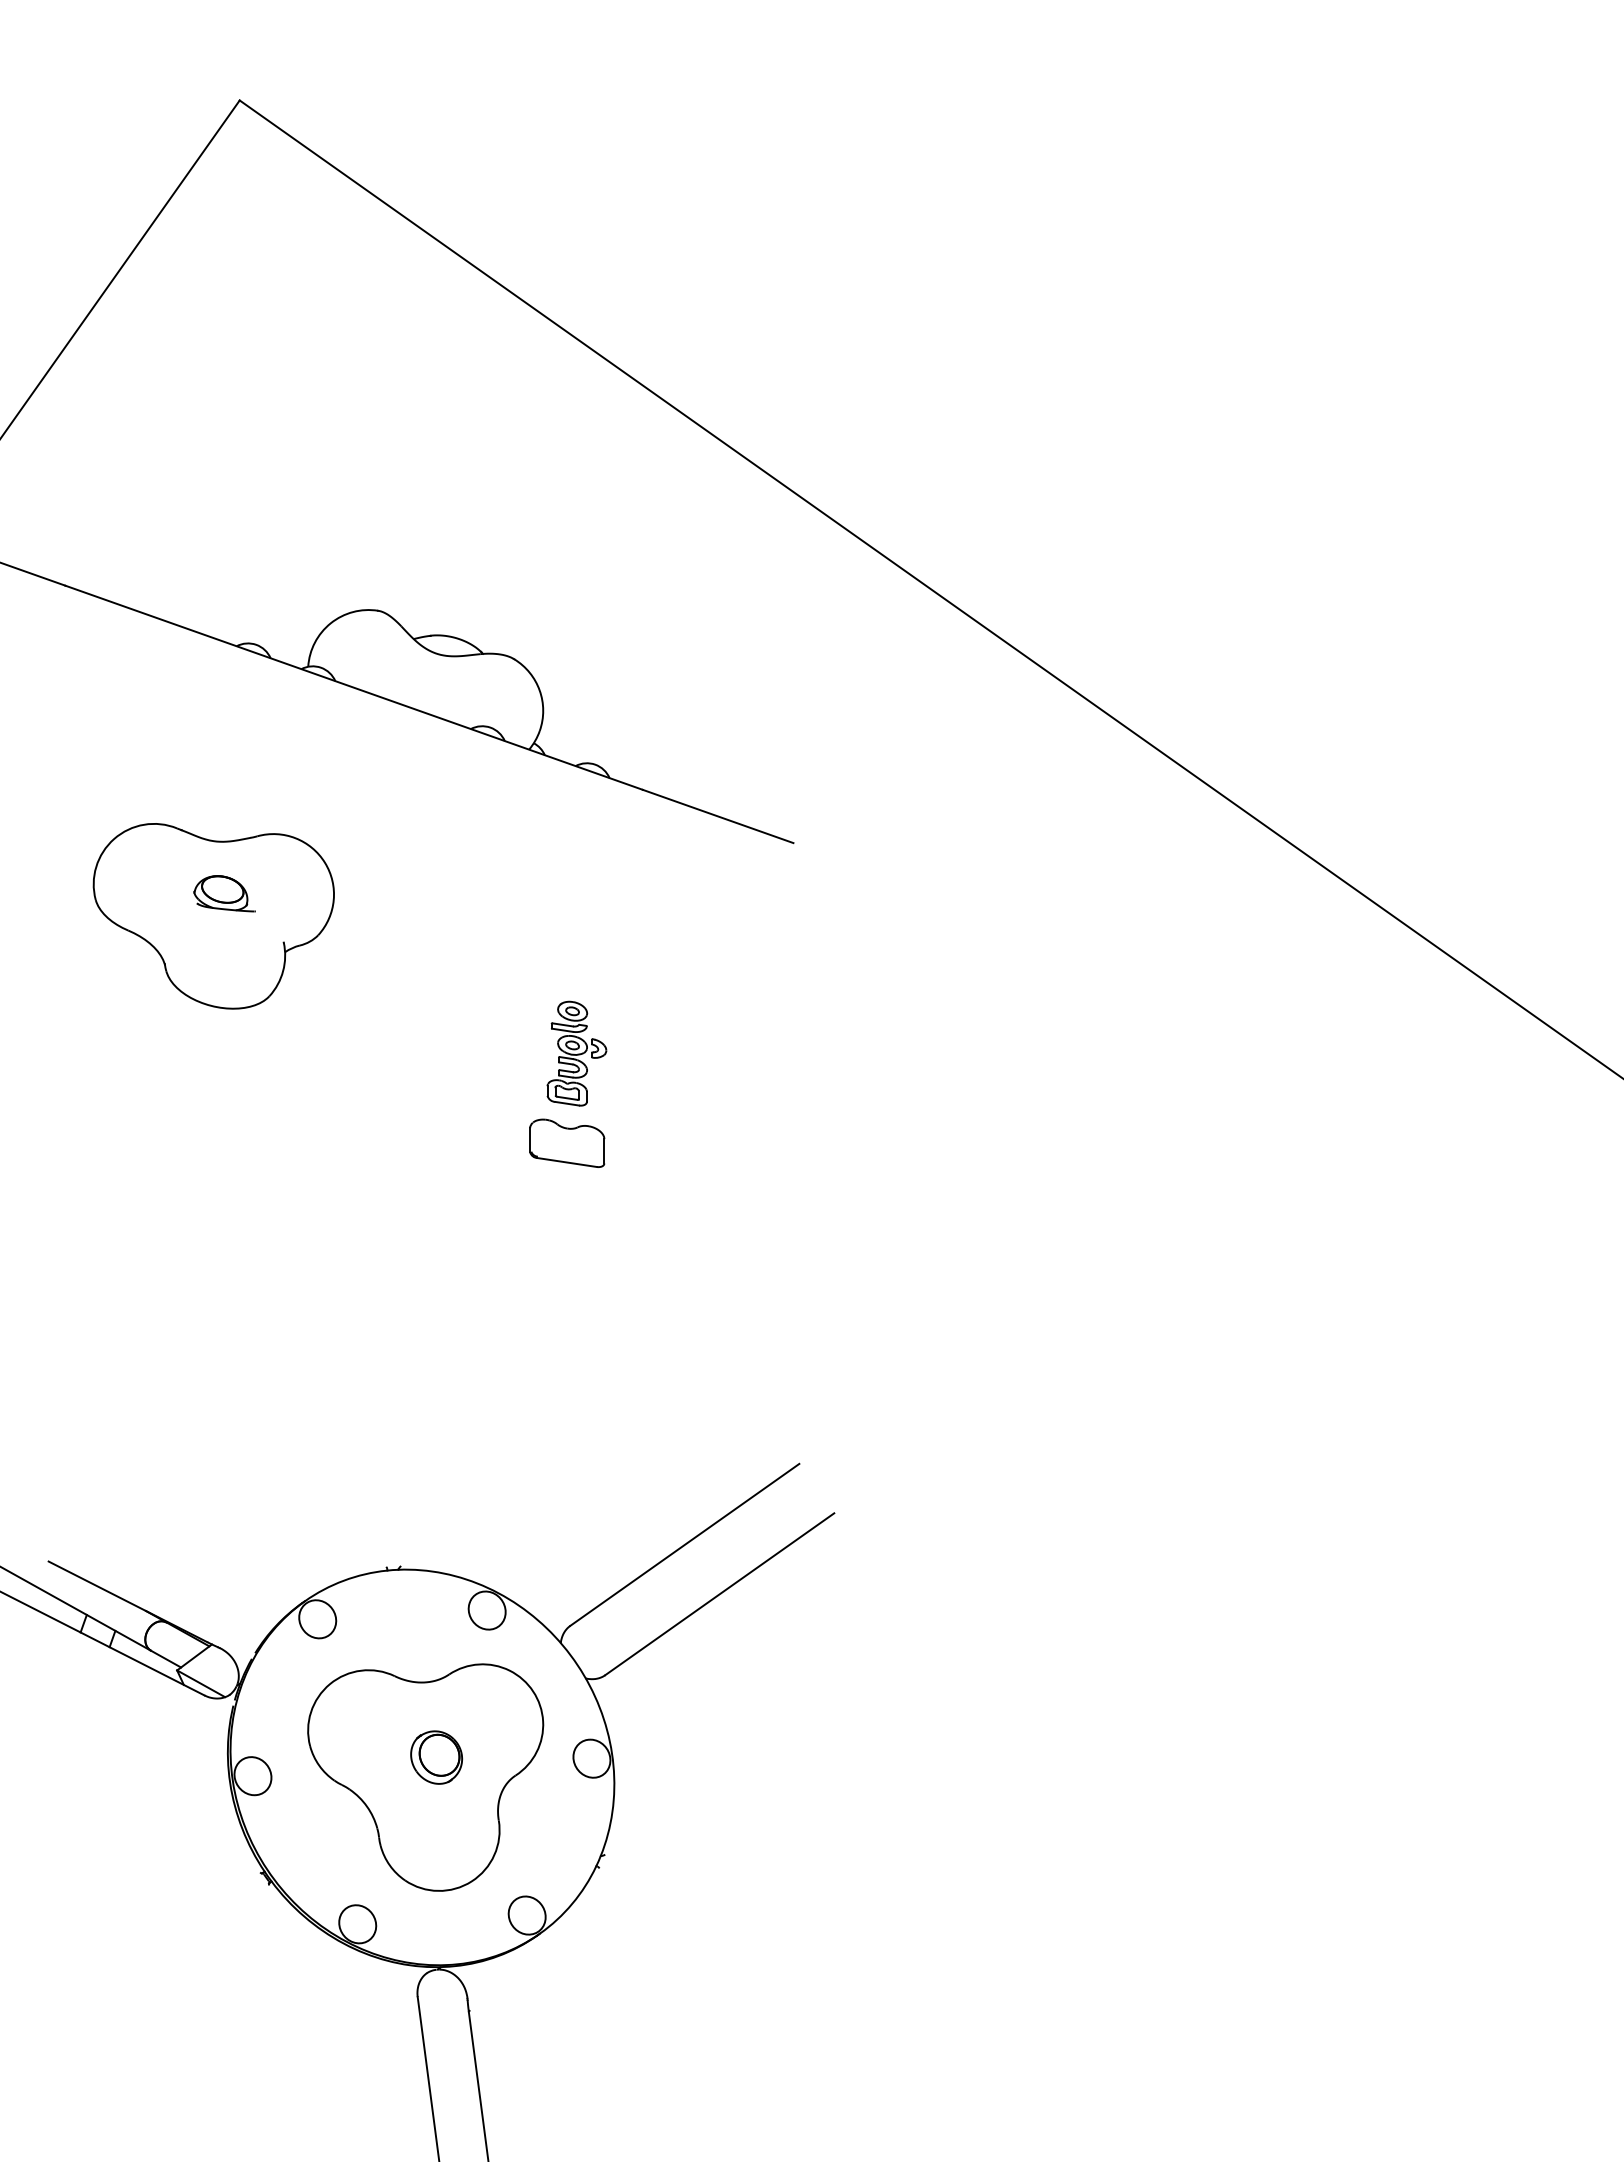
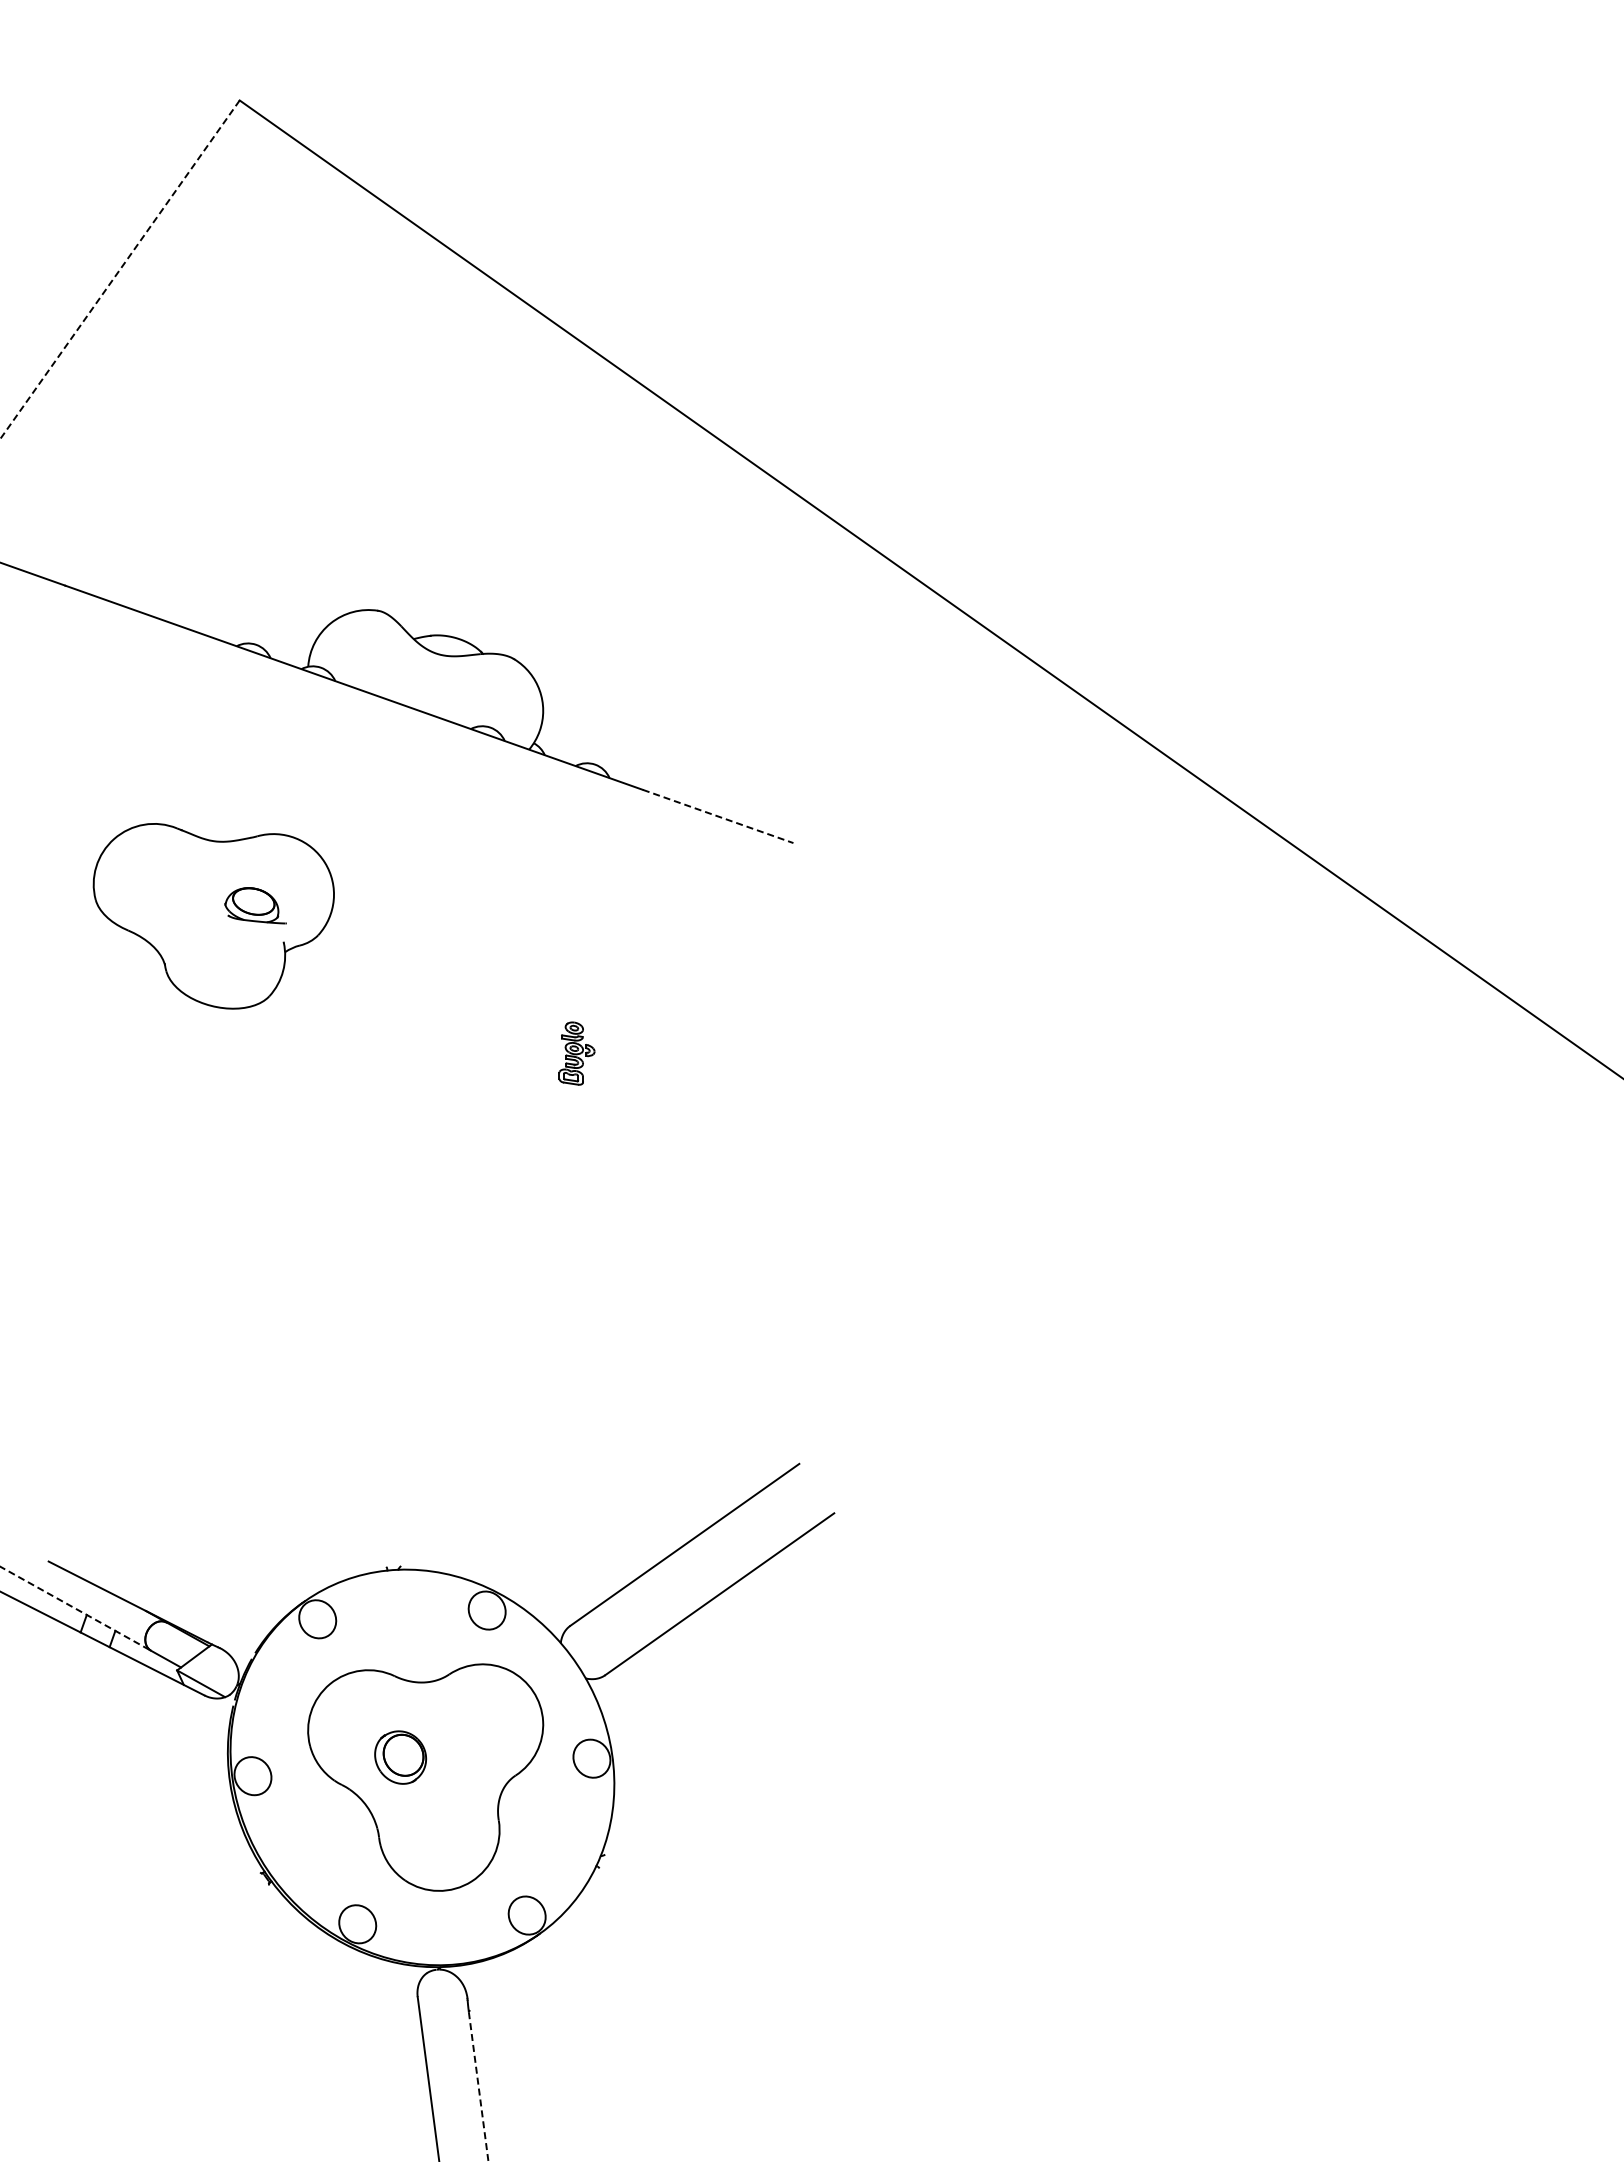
line at (119, 270): solid -> dashed
line at (718, 816): solid -> dashed
part at (224, 893) position: (224, 893) -> (255, 905)
part at (576, 1053) size: 62x107 px -> 38x65 px
part at (567, 1142): present -> none
line at (75, 1608): solid -> dashed
part at (436, 1757) position: (436, 1757) -> (400, 1757)
line at (478, 2087): solid -> dashed
